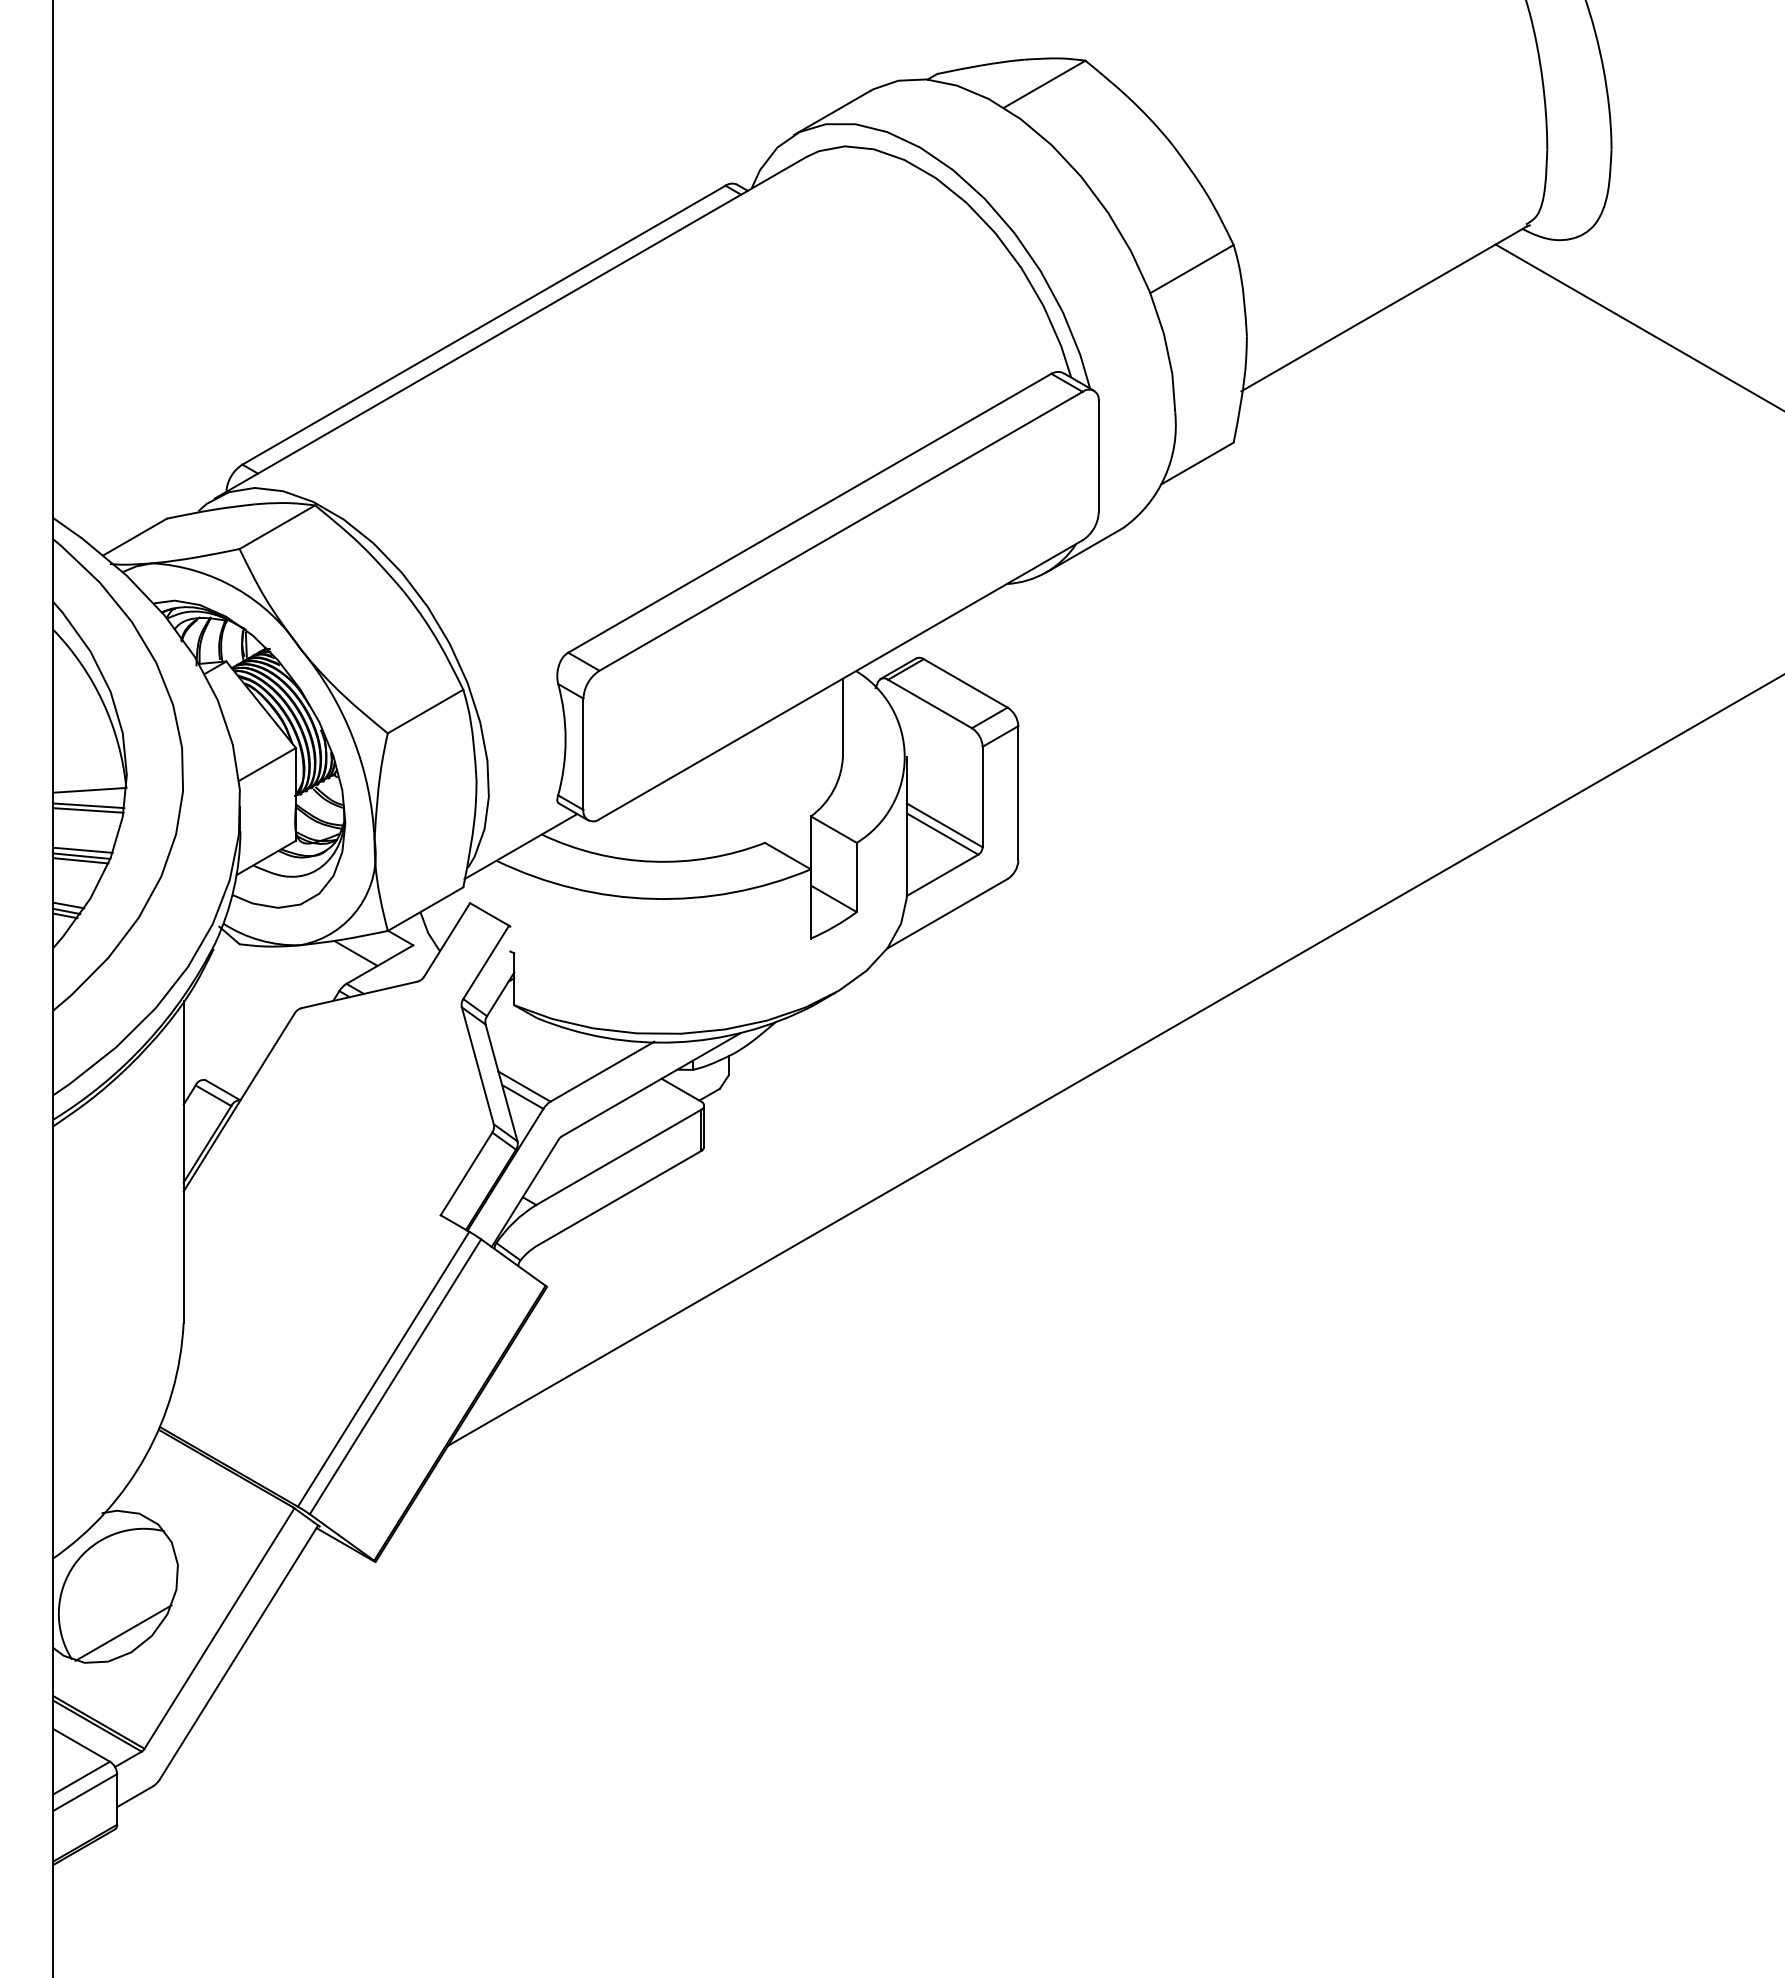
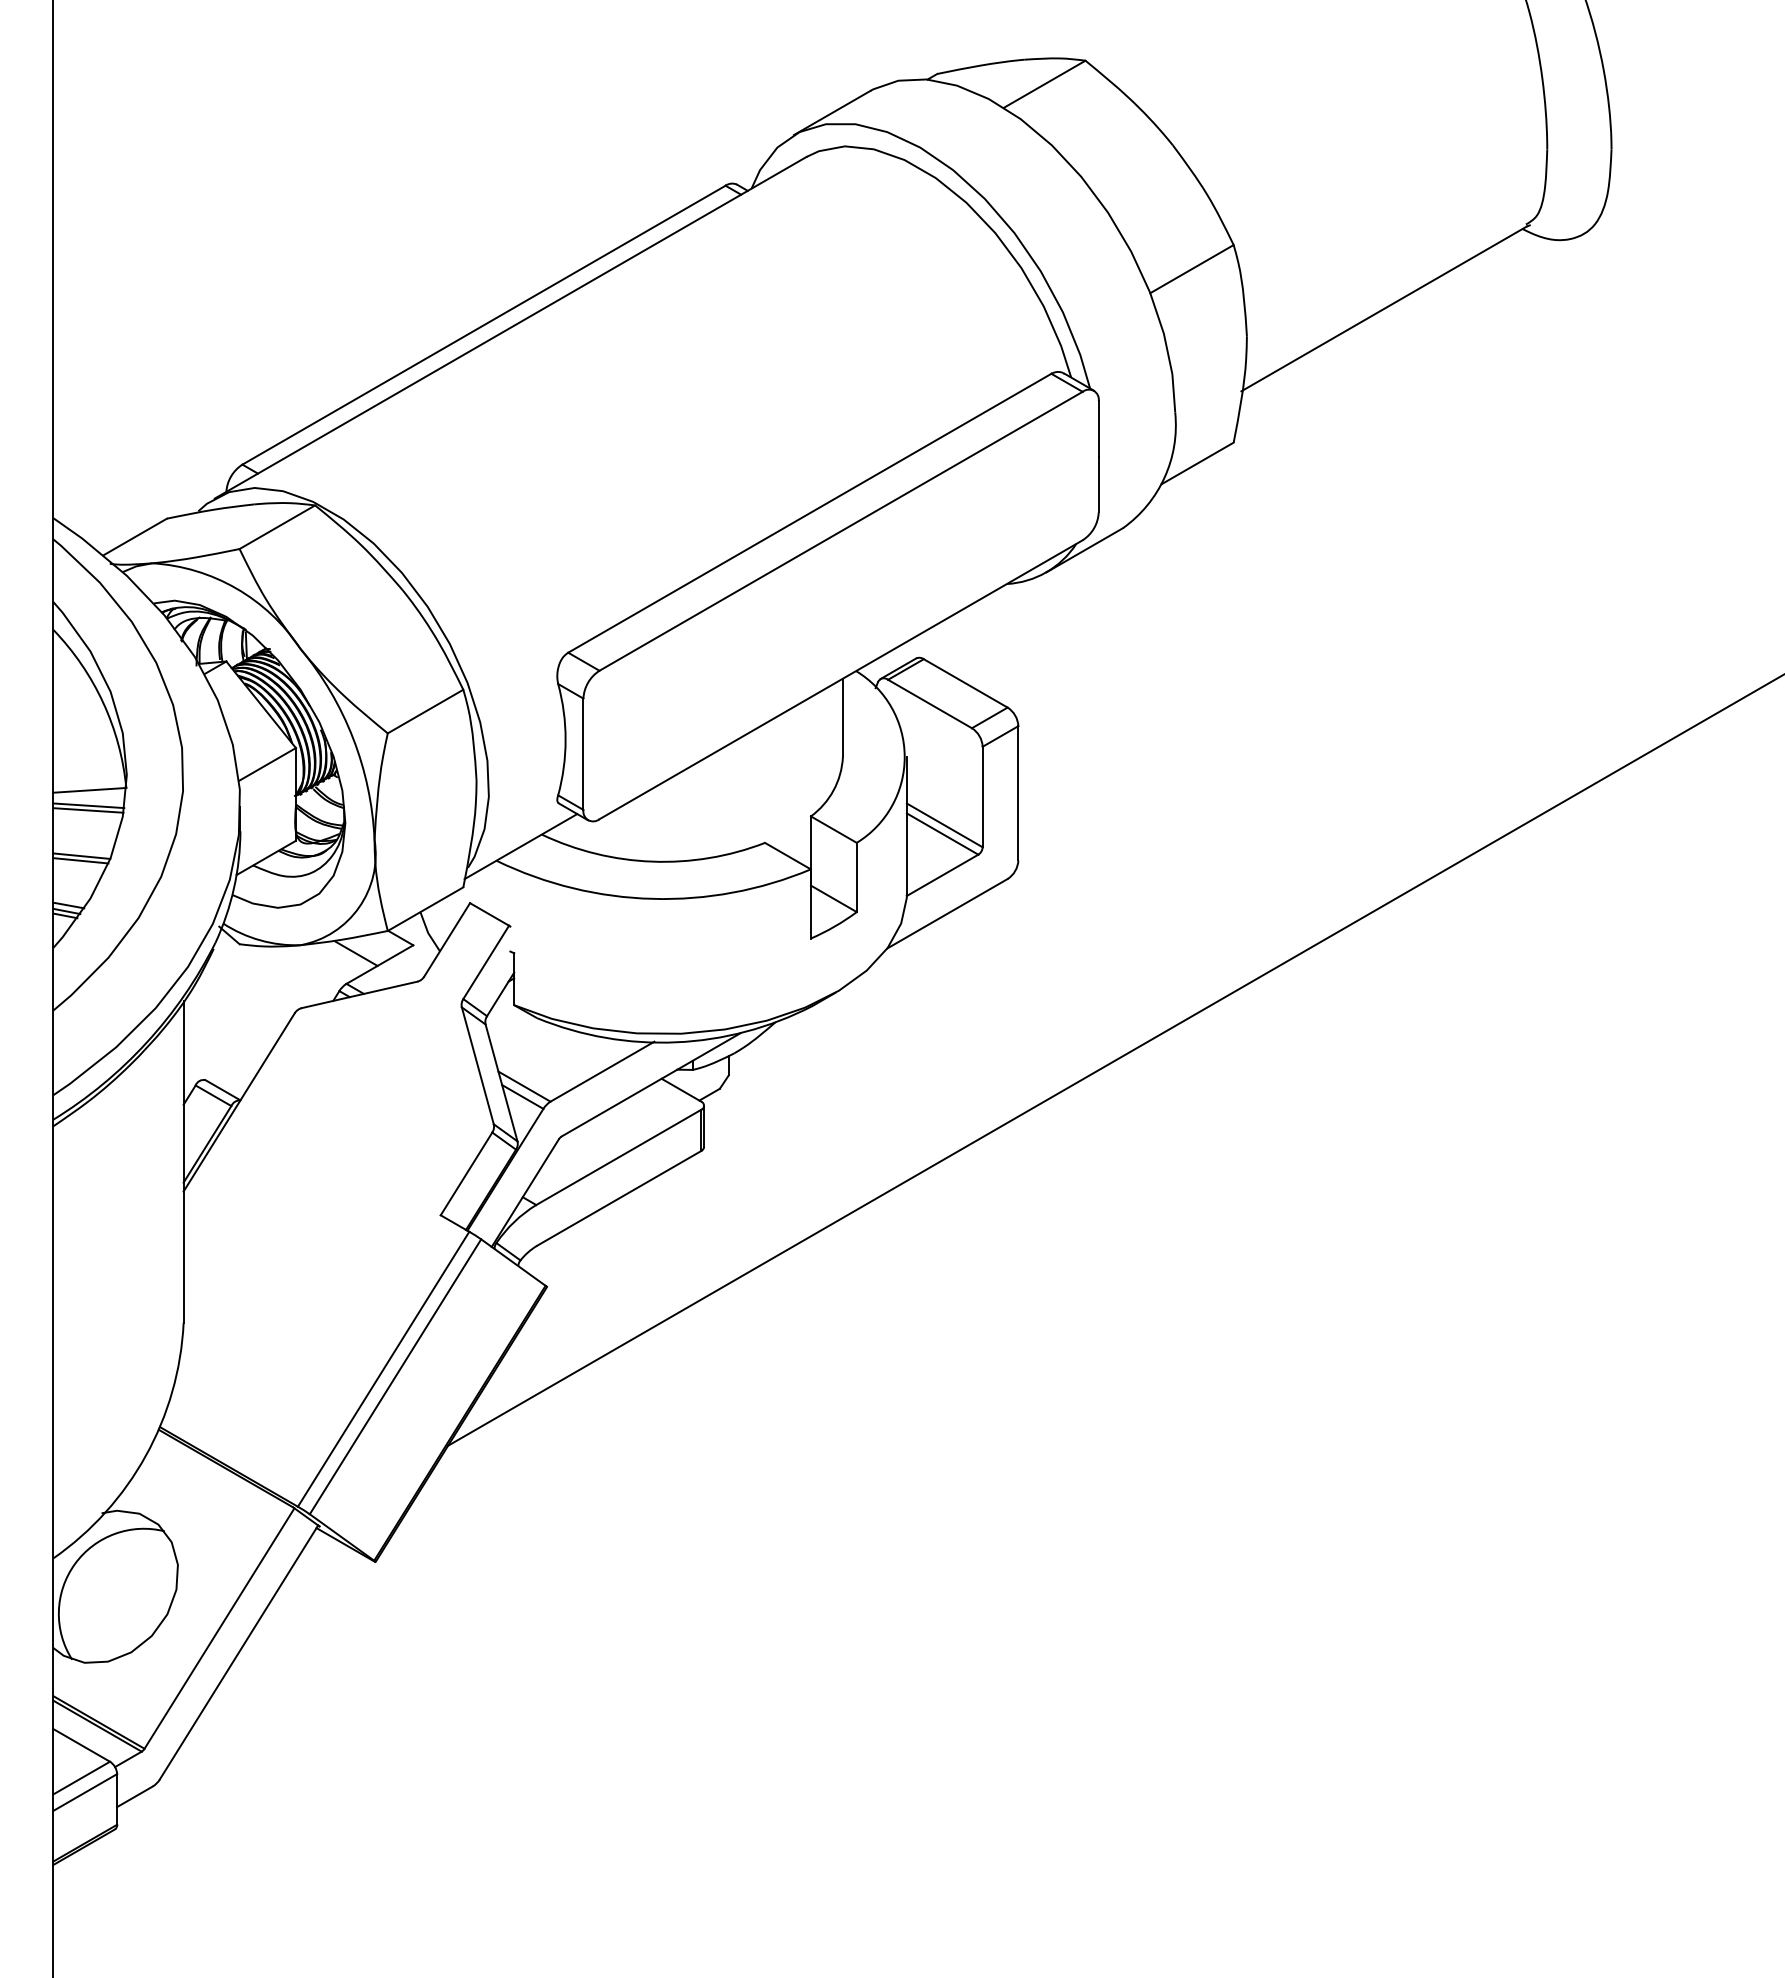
line at (1638, 326): present -> none
line at (82, 849): present -> none
line at (123, 1632): present -> none
